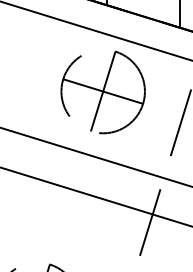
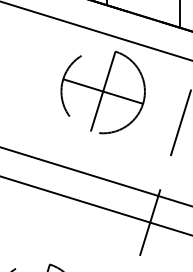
line at (95, 157) position: (95, 157) -> (95, 176)
line at (95, 196) position: (95, 196) -> (95, 205)
